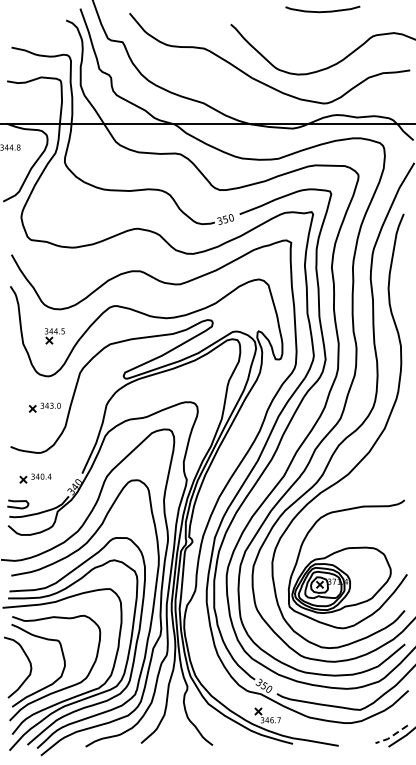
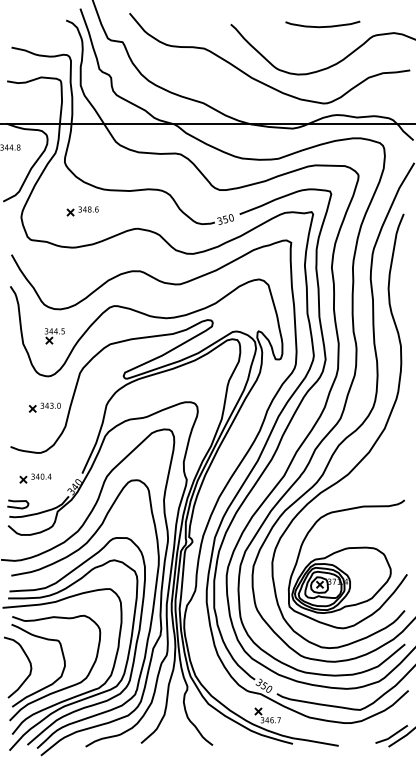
curve at (322, 11) position: (322, 11) -> (322, 26)
part at (82, 211): none -> present
line at (391, 736): dashed -> solid
